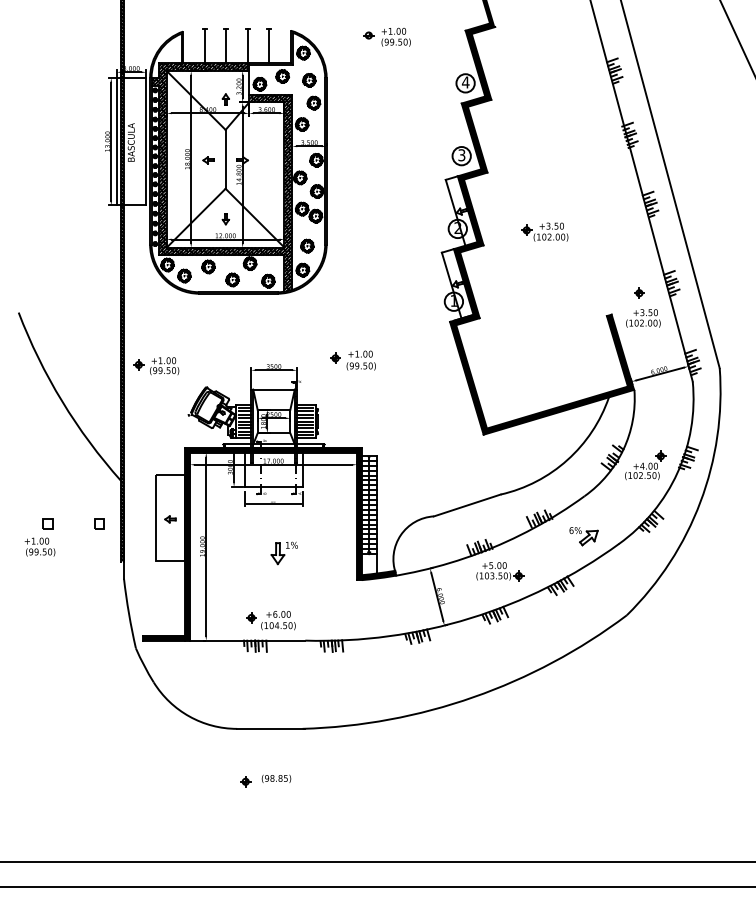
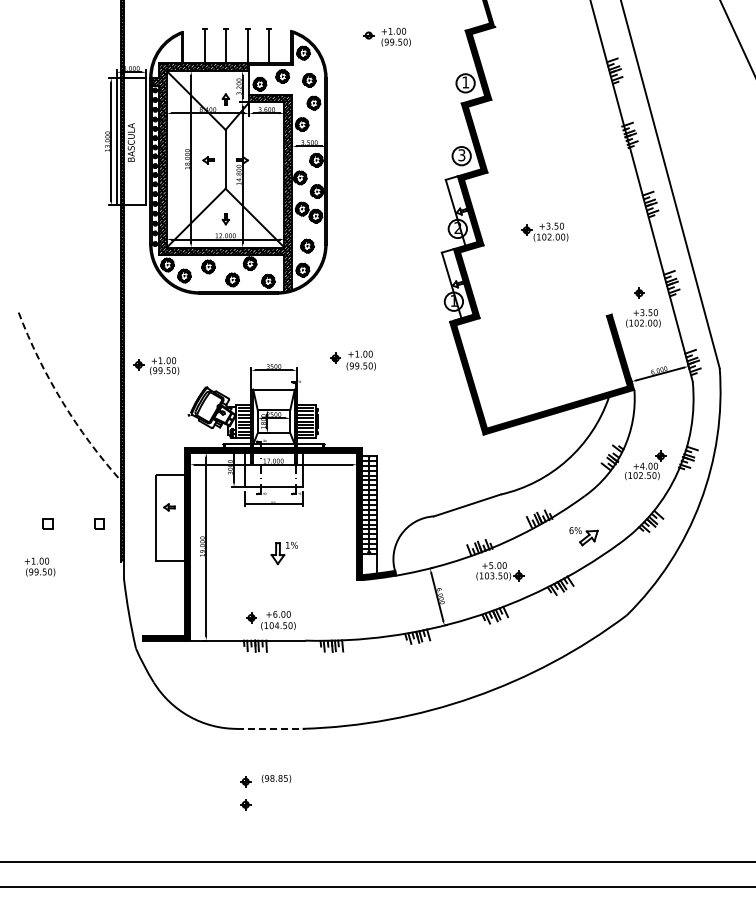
text at (465, 82): 4 -> 1
arc at (62, 401): solid -> dashed
part at (170, 519) position: (170, 519) -> (169, 507)
text at (39, 546) position: (39, 546) -> (39, 566)
line at (271, 728): solid -> dashed
part at (245, 804): none -> present
